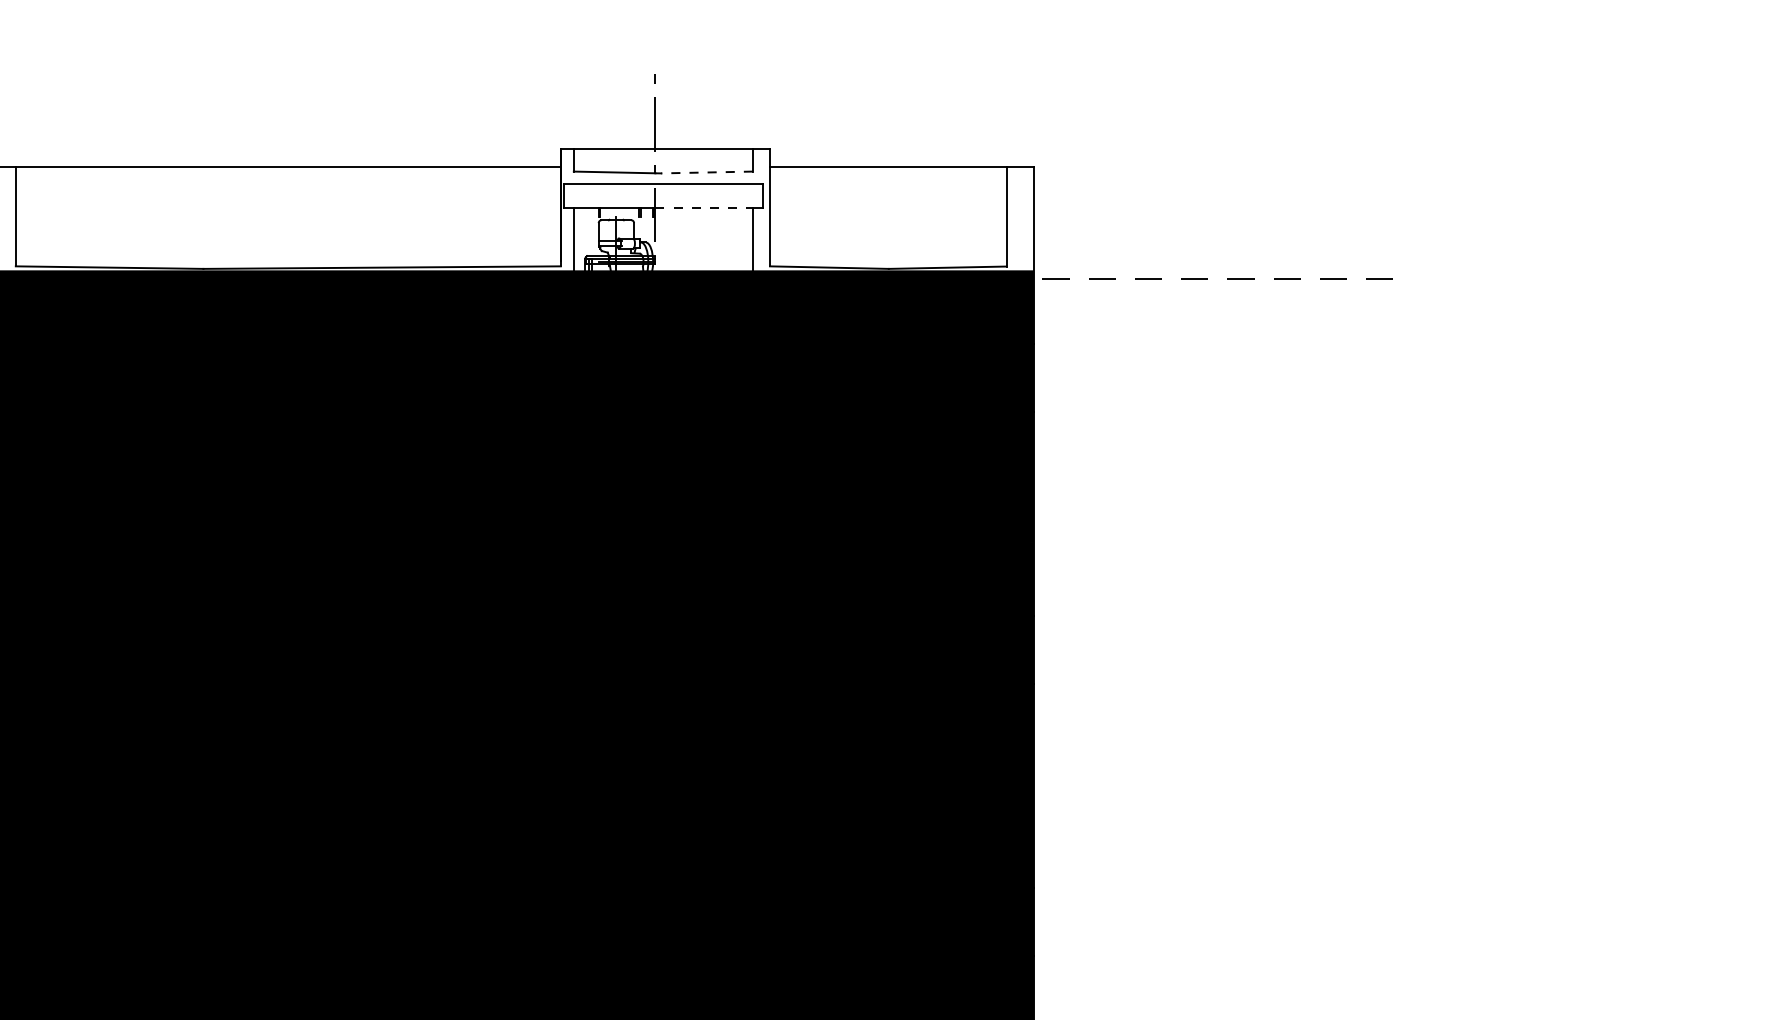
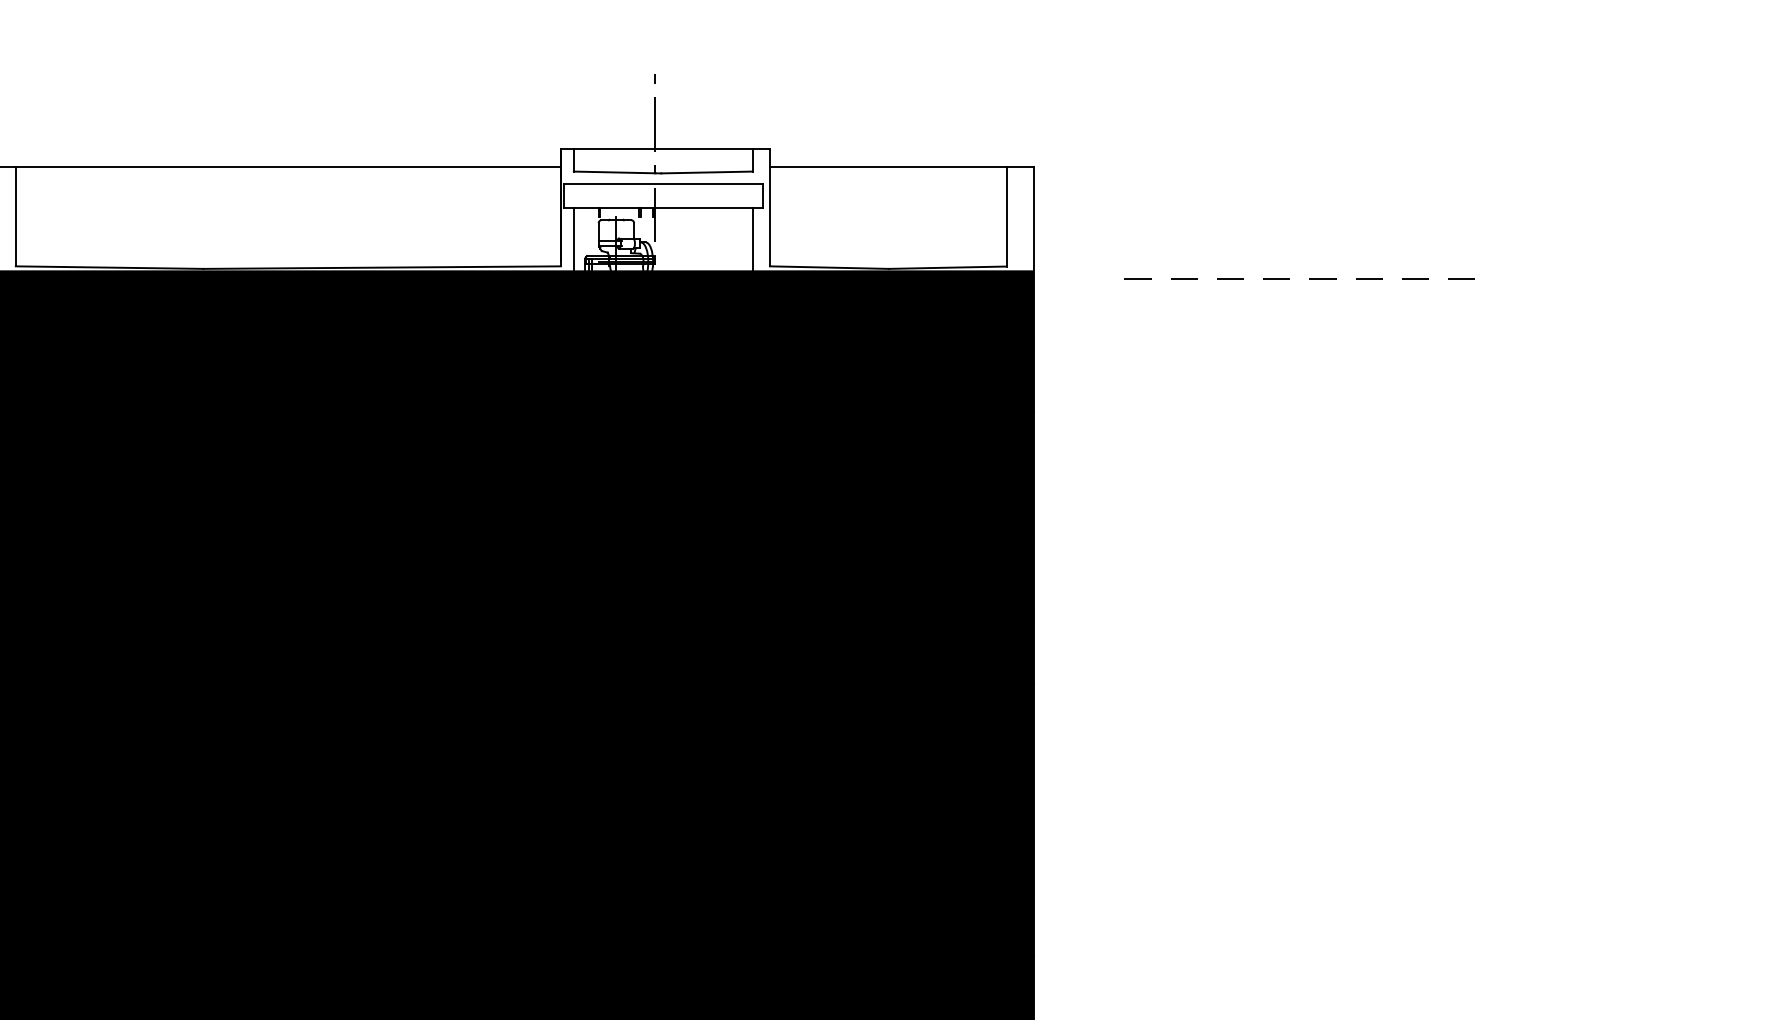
line at (707, 172): dashed -> solid
line at (704, 208): dashed -> solid
line at (1207, 278) position: (1207, 278) -> (1289, 278)
